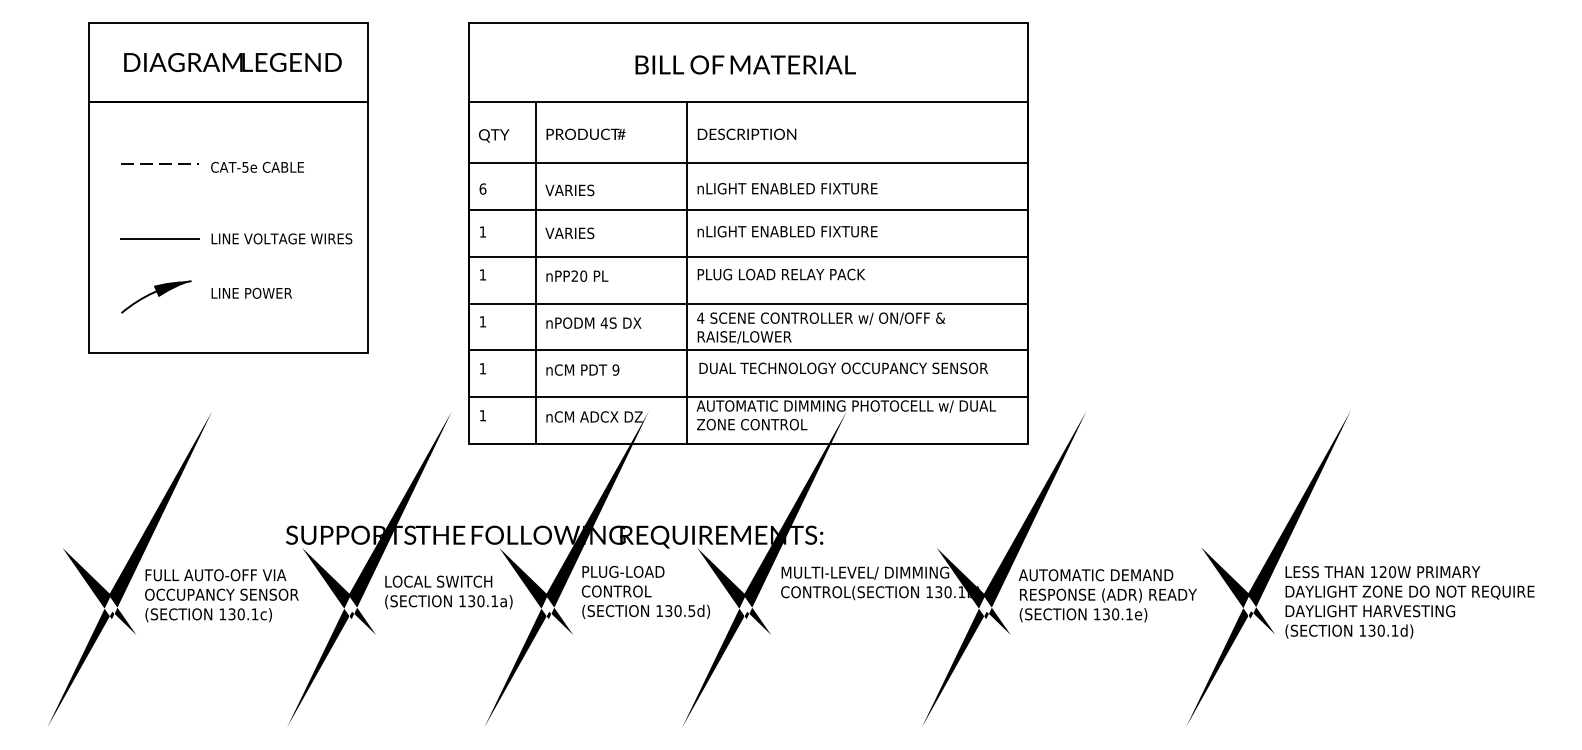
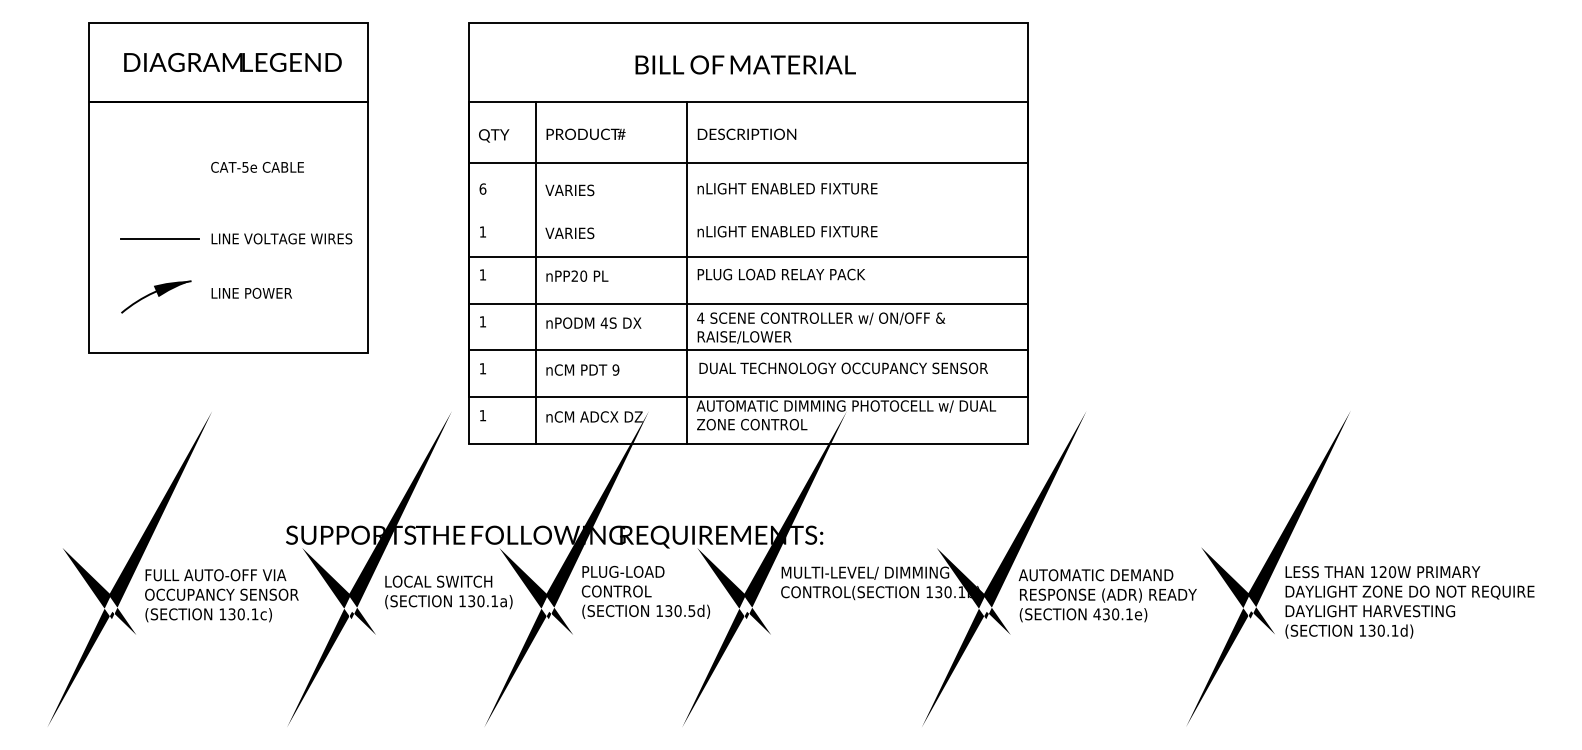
line at (159, 163): present -> none
line at (748, 209): present -> none
text at (1096, 614): 130.1e) -> 430.1e)
